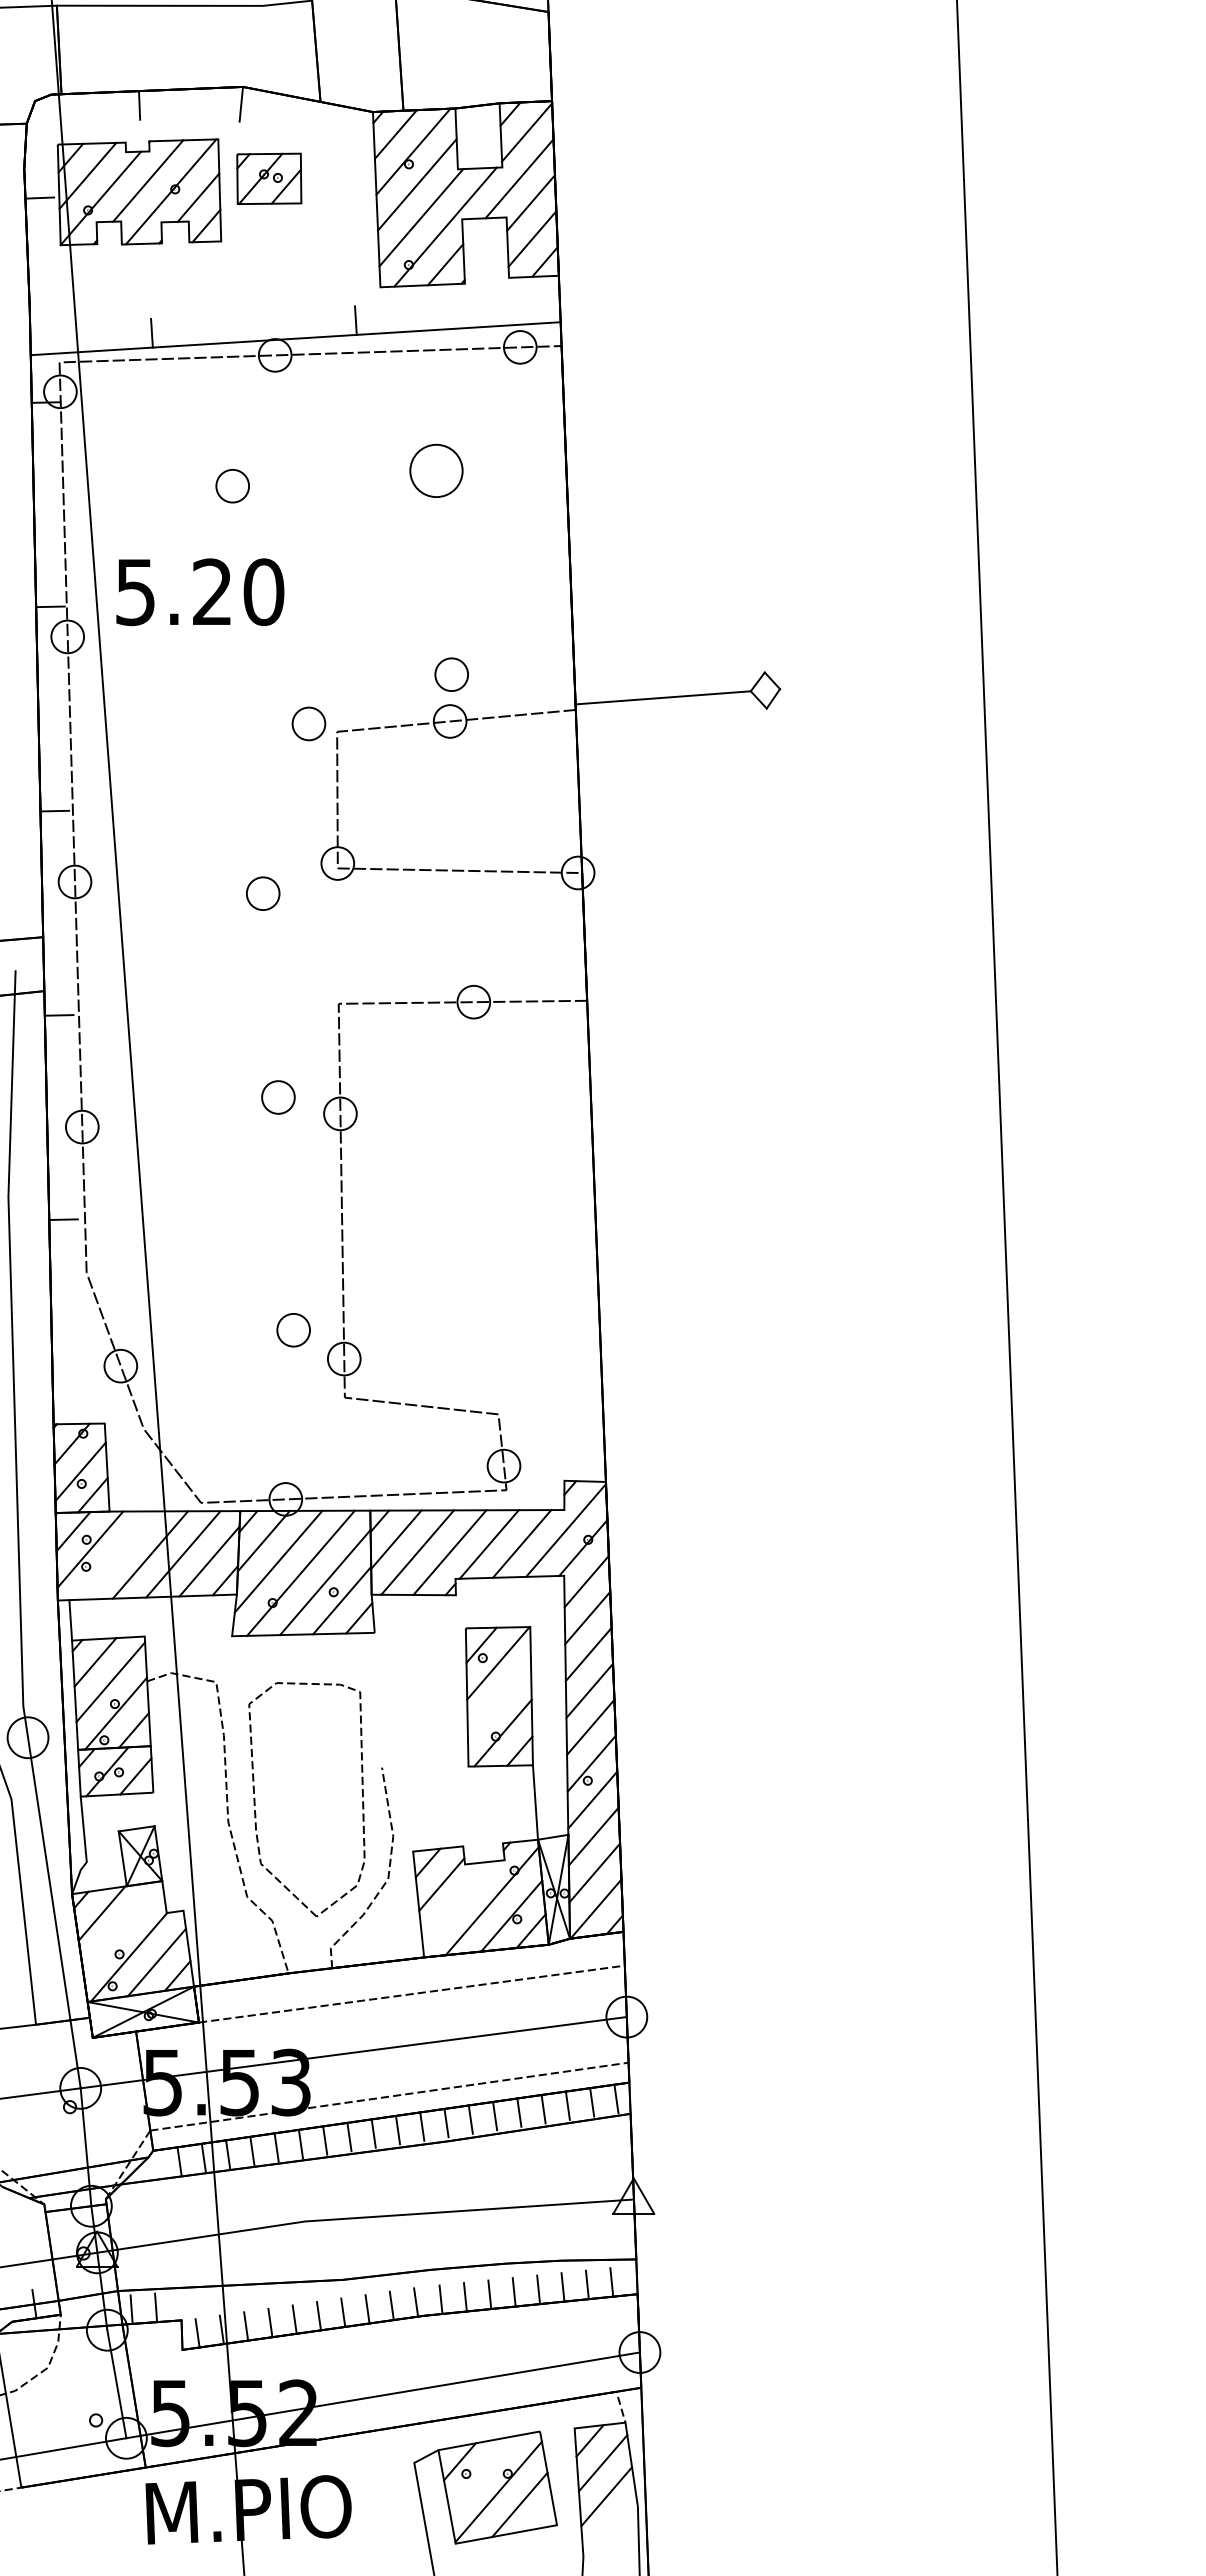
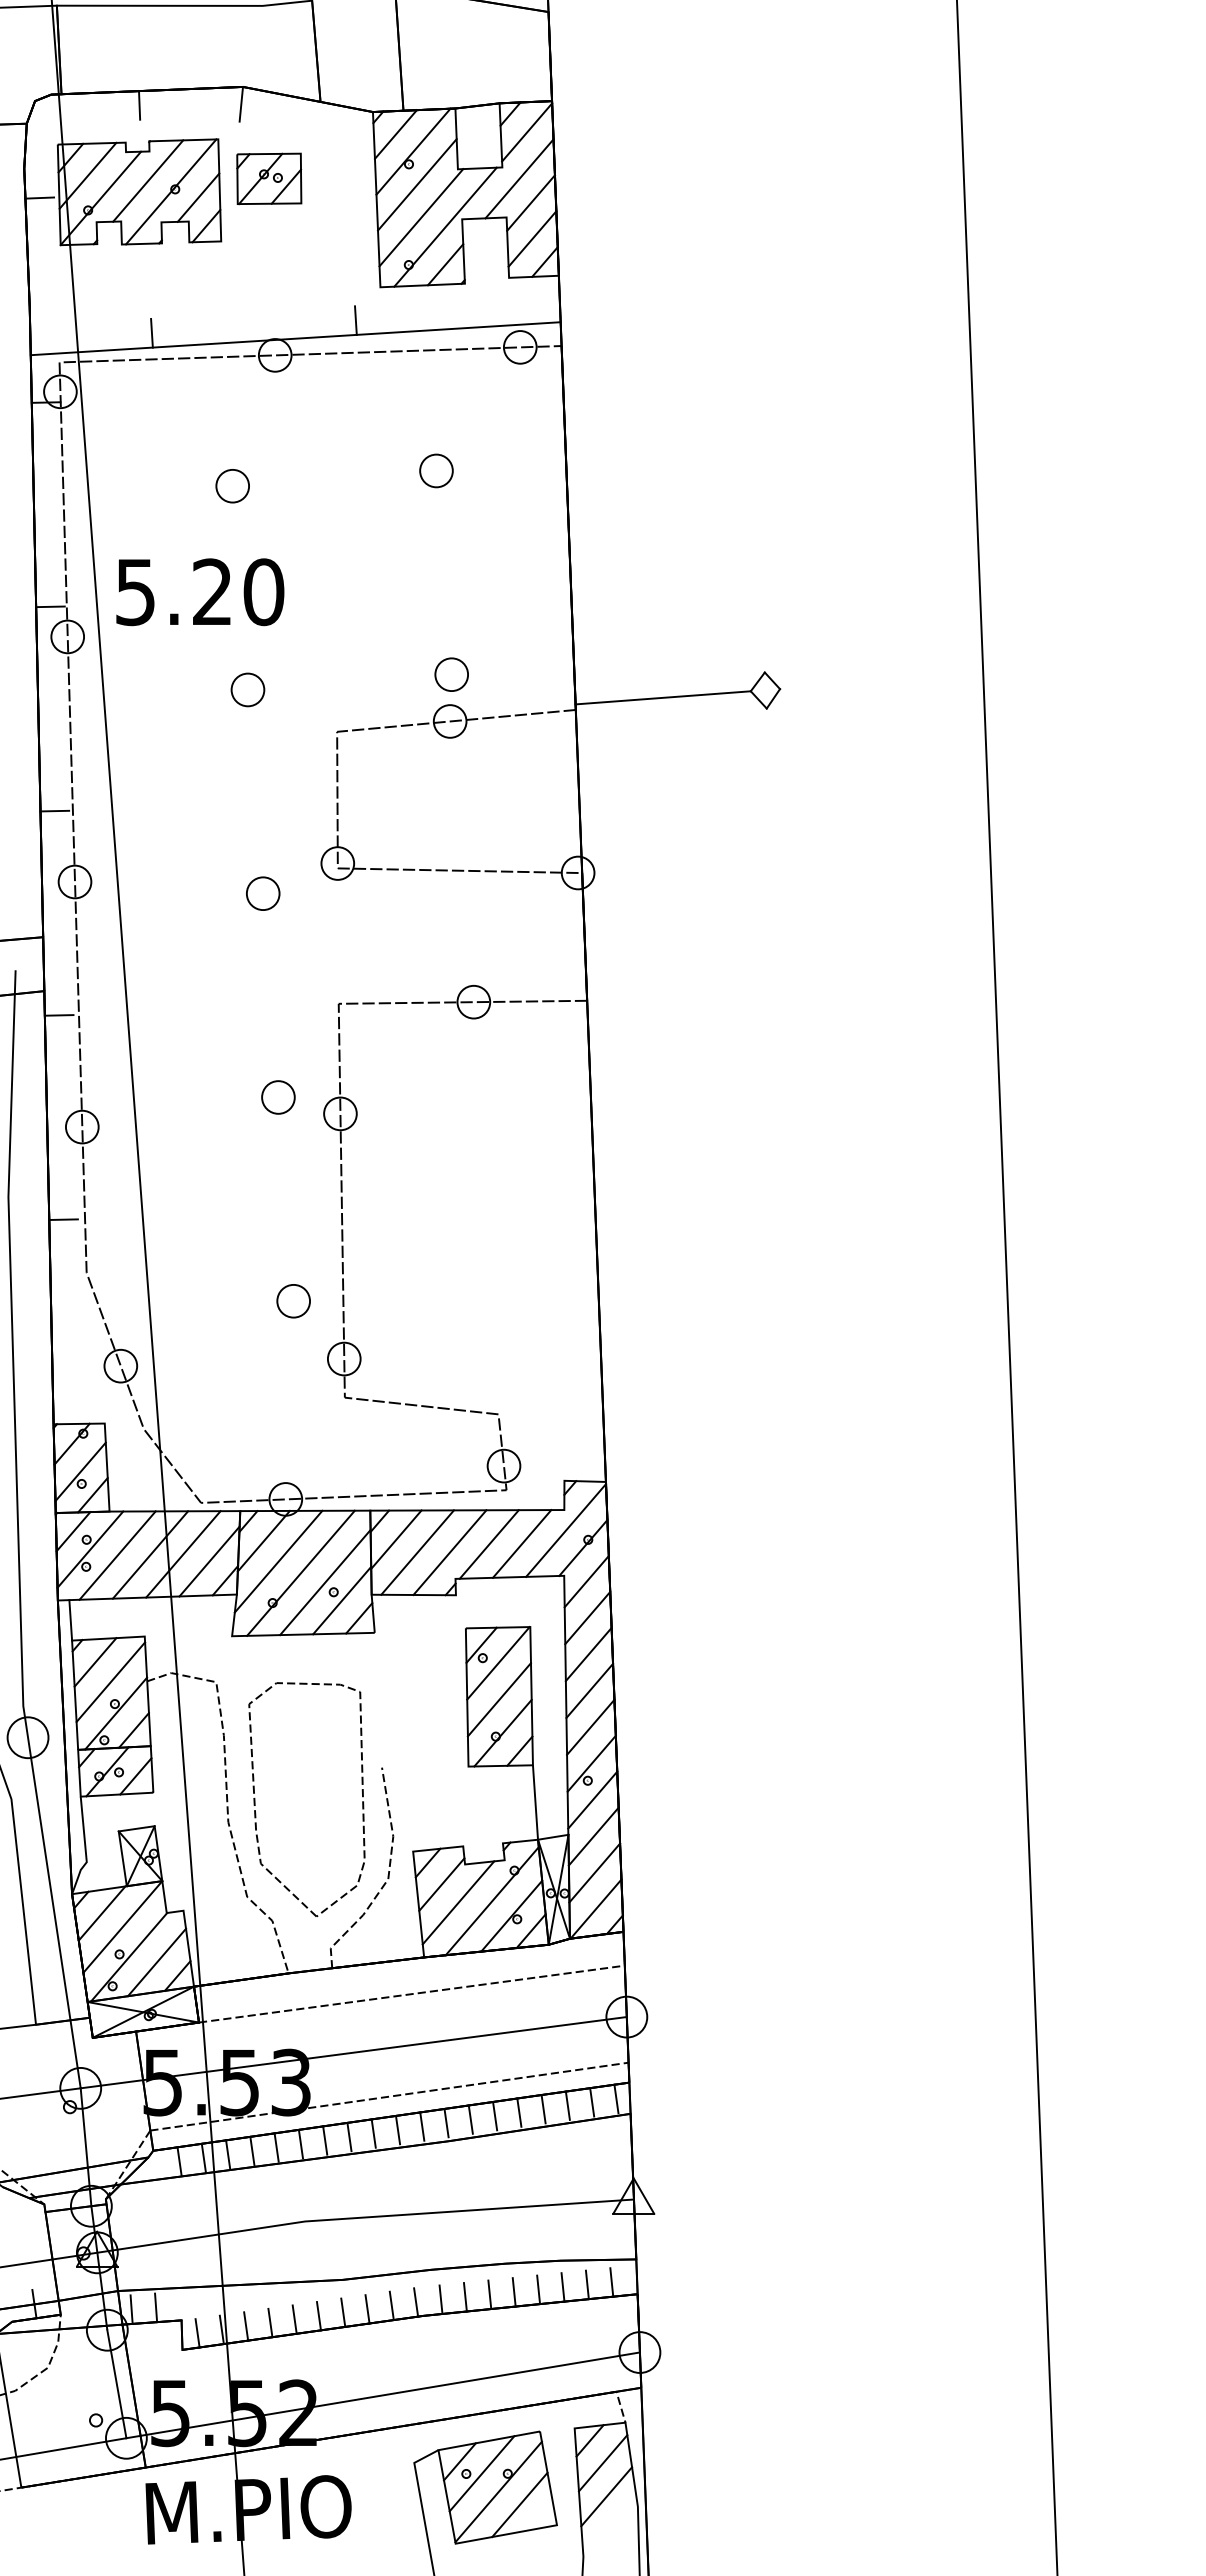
part at (436, 470) size: 55x55 px -> 35x36 px
part at (308, 723) position: (308, 723) -> (247, 689)
part at (293, 1330) position: (293, 1330) -> (293, 1301)
line at (117, 1555): none -> present
line at (499, 1699): none -> present
line at (458, 1902): none -> present
line at (122, 1926): none -> present
line at (481, 2473): none -> present
